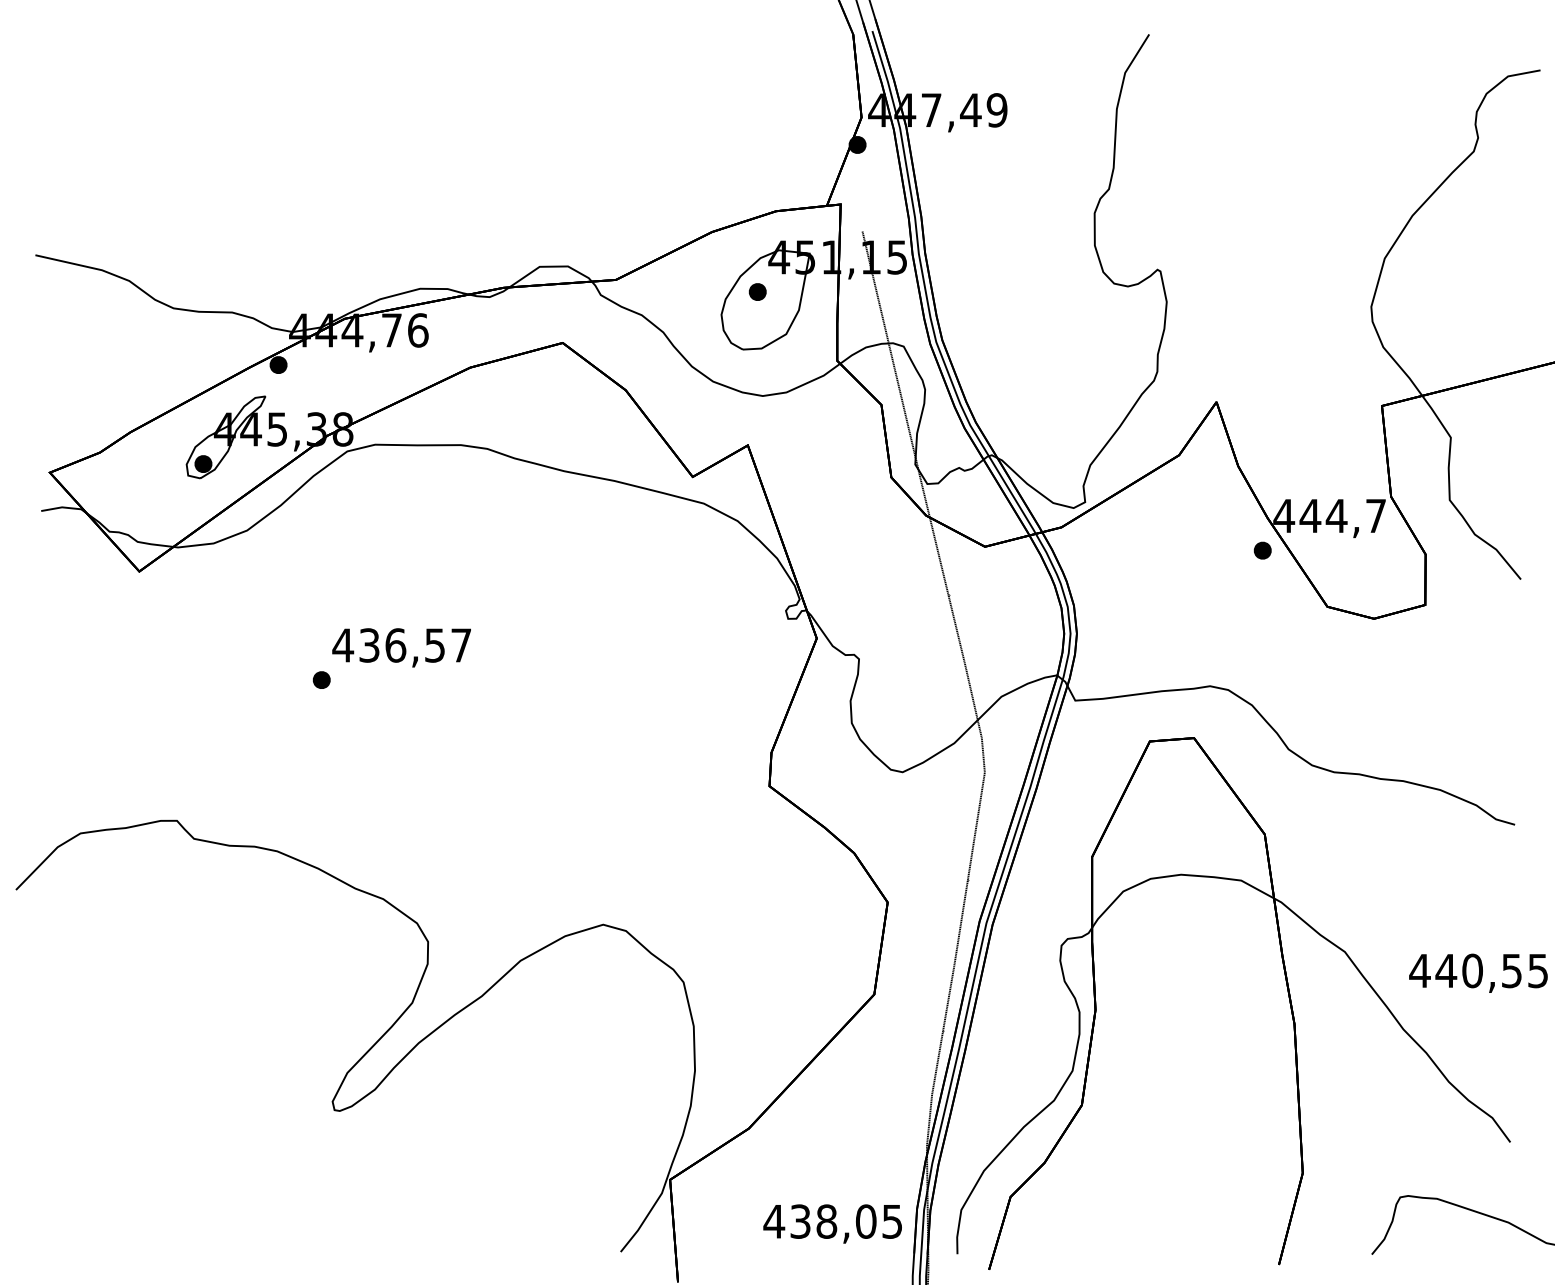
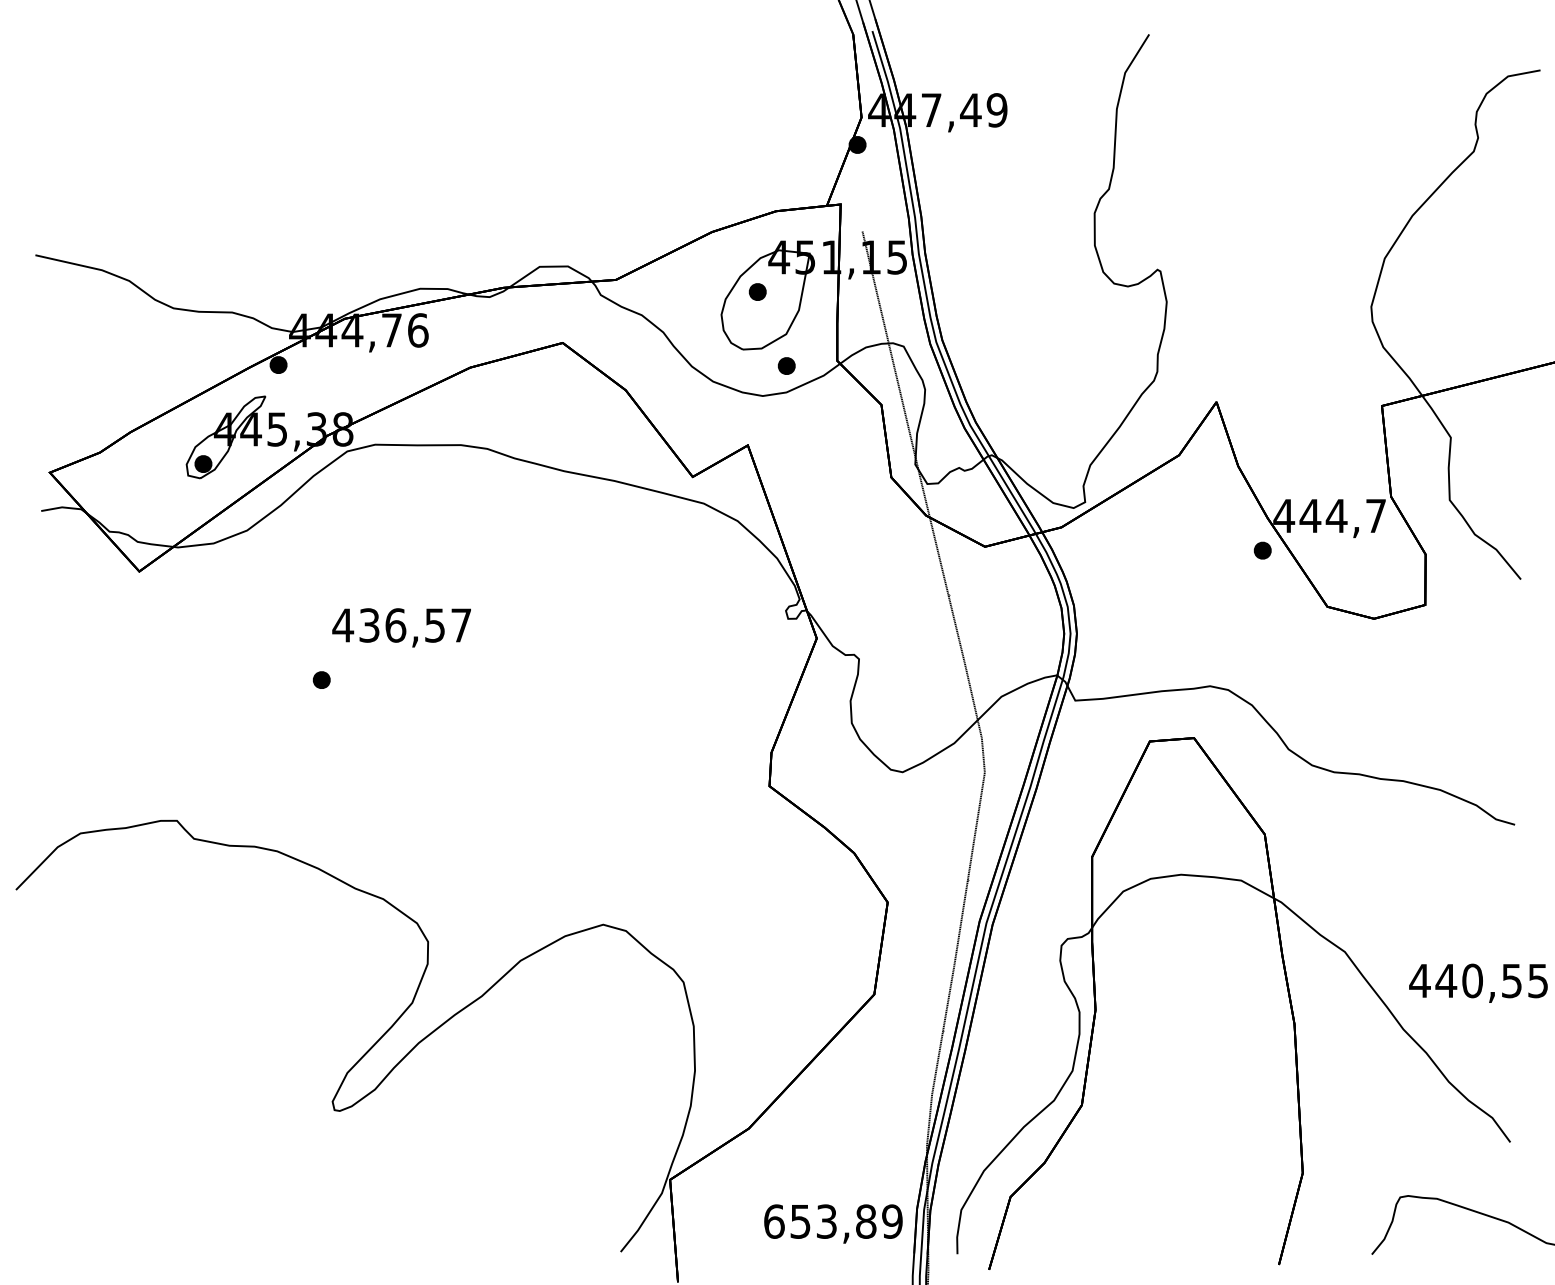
part at (786, 365): none -> present
text at (401, 647) position: (401, 647) -> (401, 627)
text at (1478, 972) position: (1478, 972) -> (1478, 982)
text at (832, 1221): 438,05 -> 653,89
